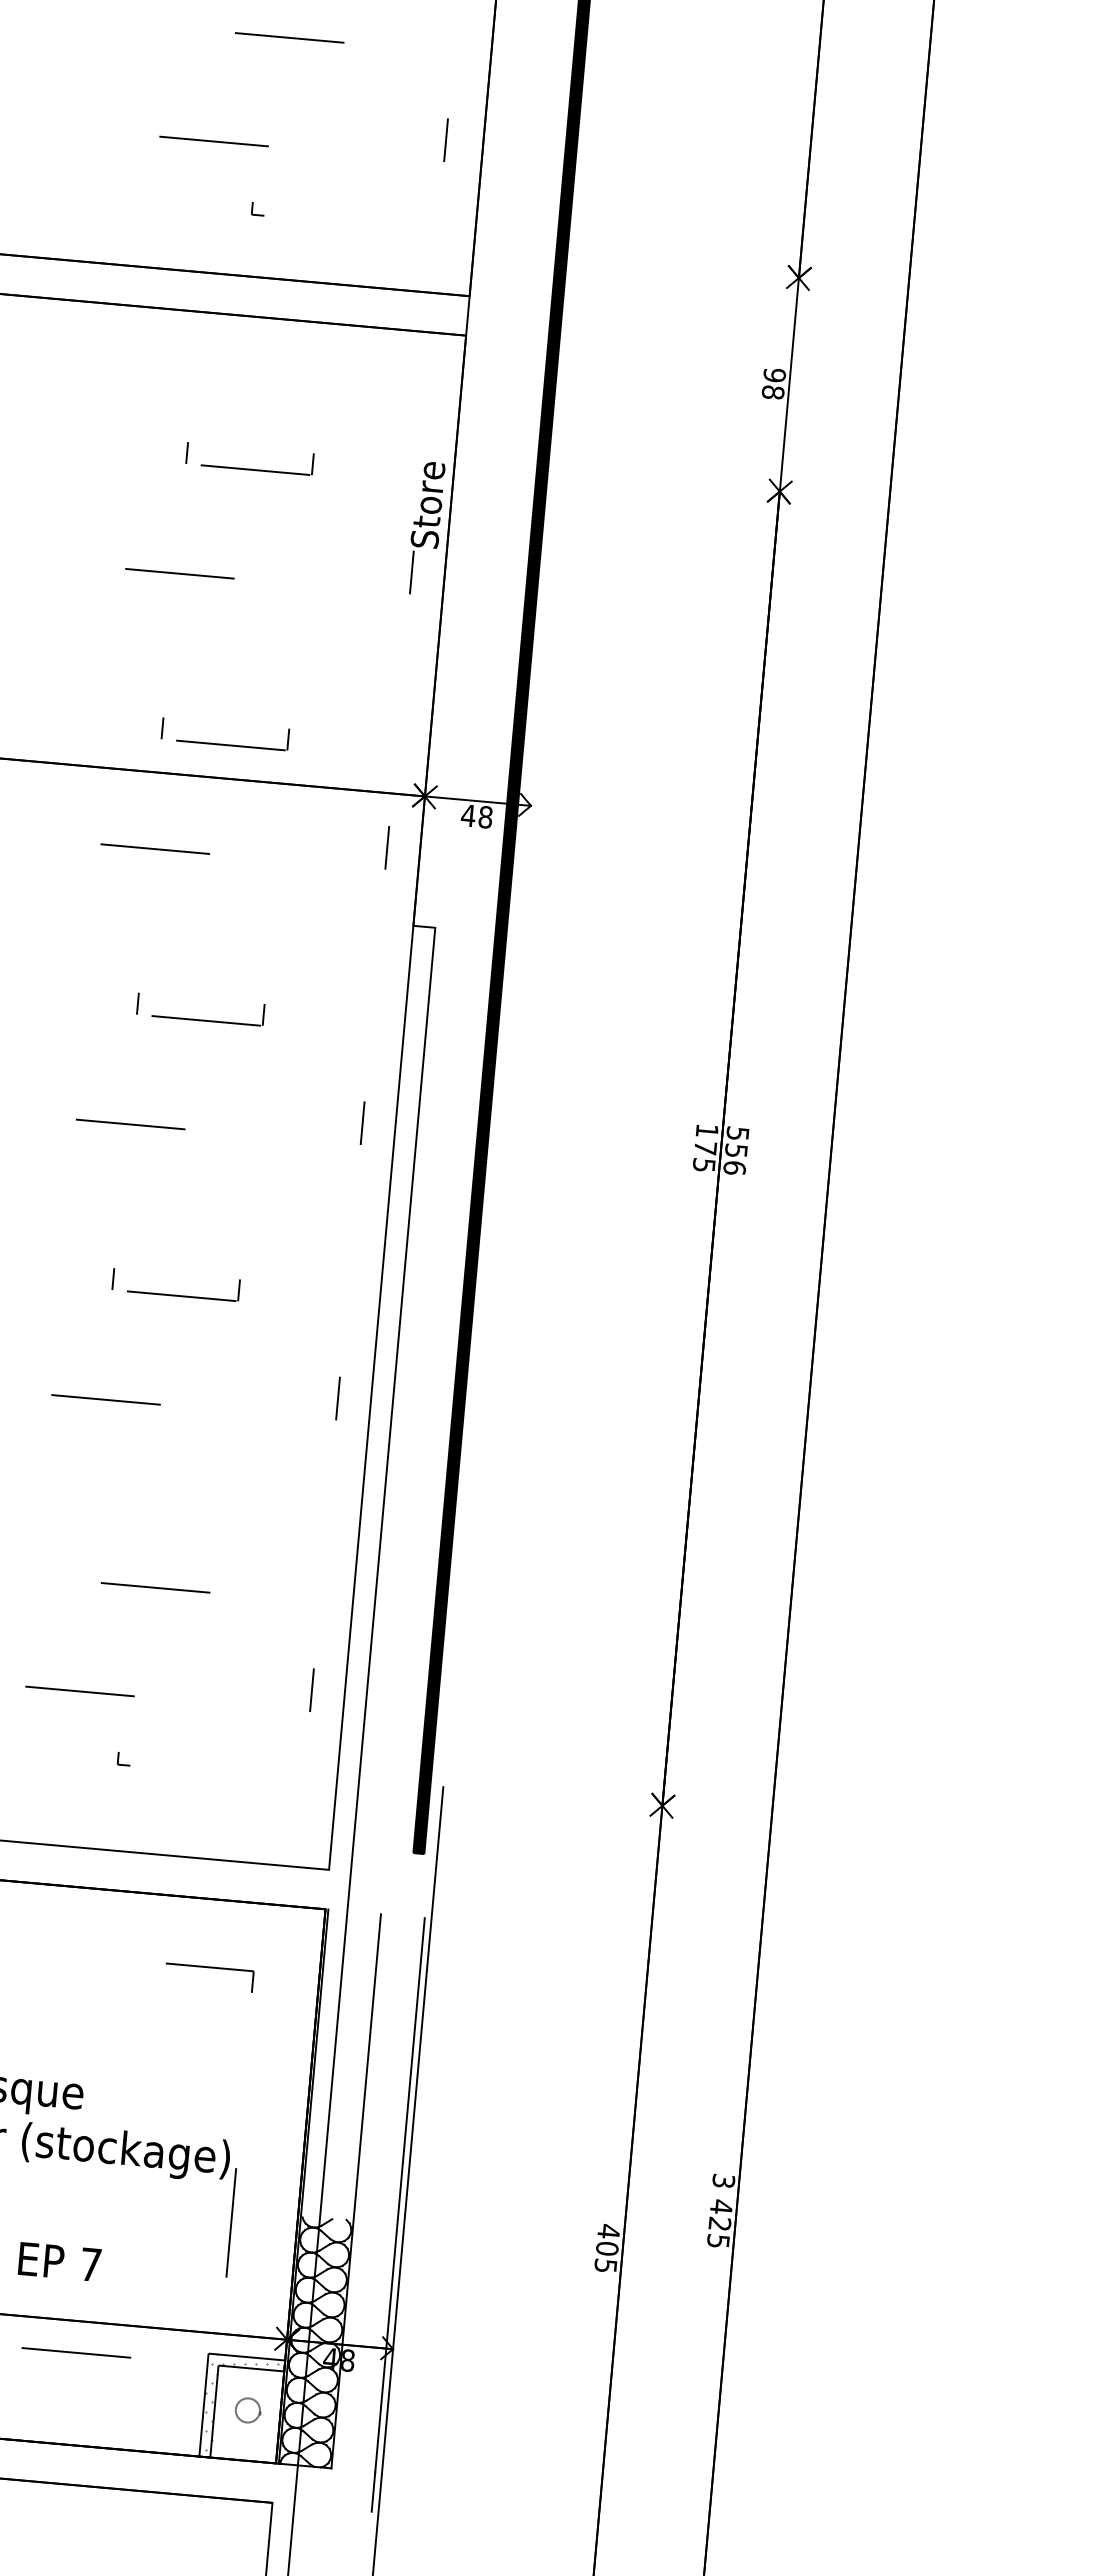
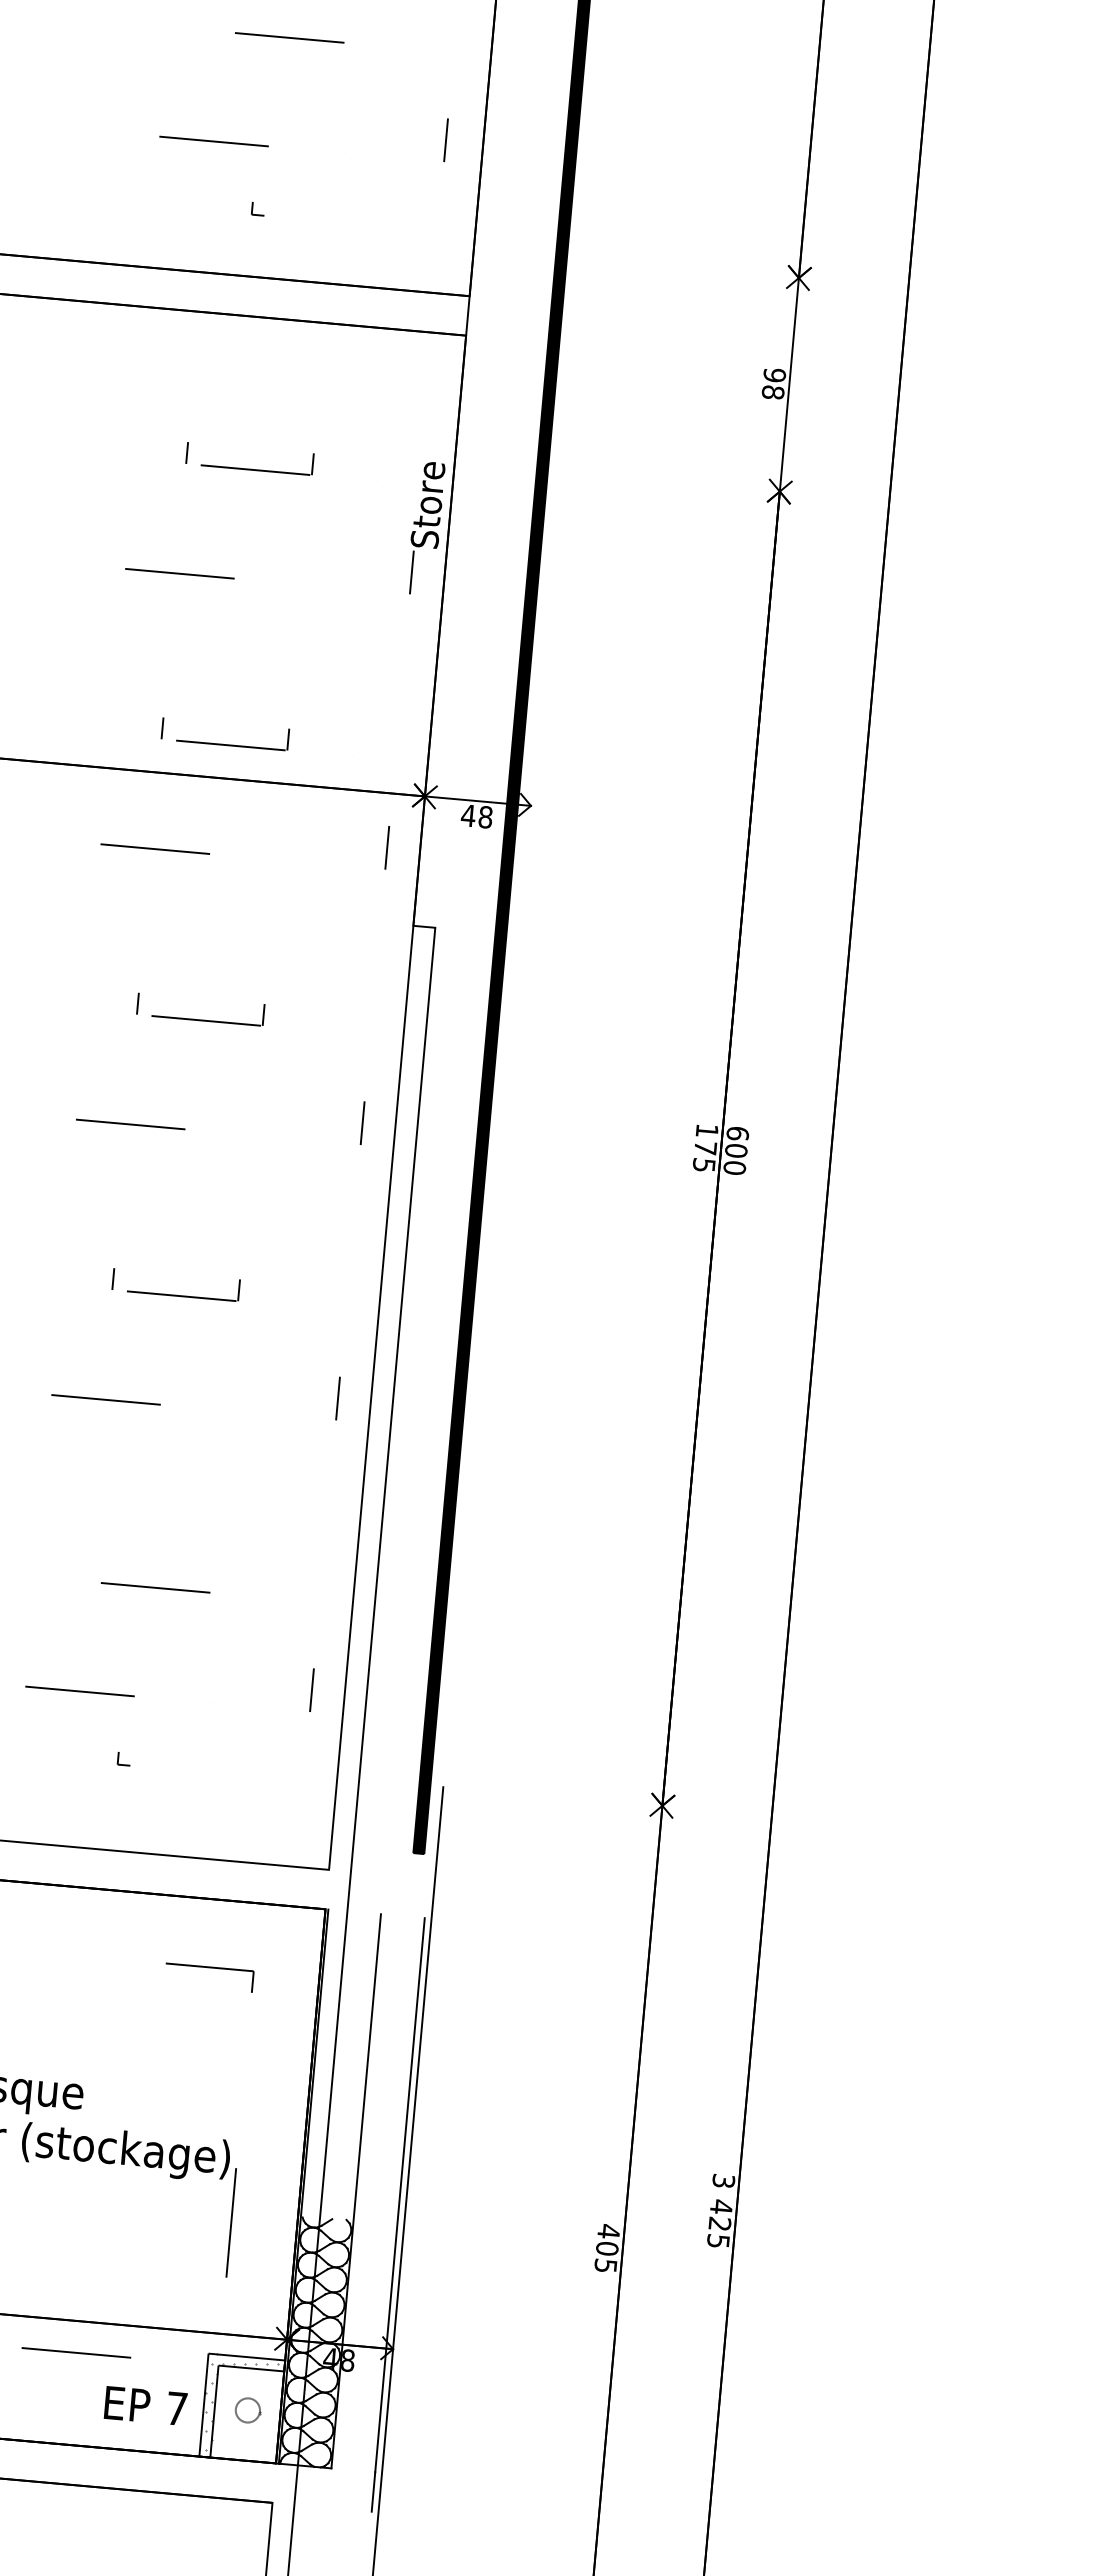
text at (736, 1150): 556 -> 600
text at (59, 2261) position: (59, 2261) -> (145, 2405)
